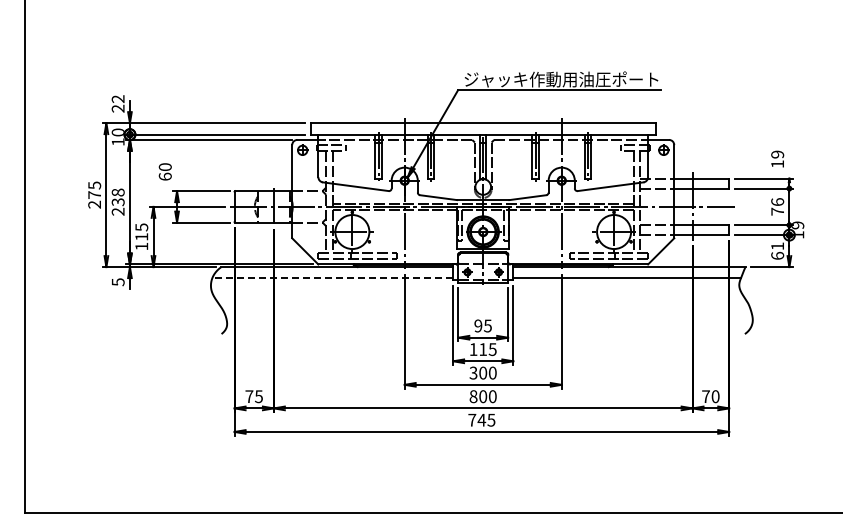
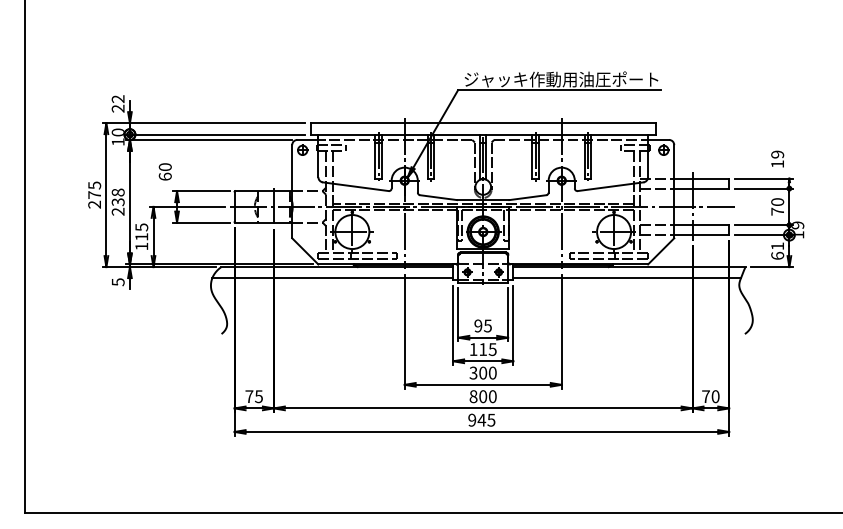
text at (777, 201): 76 -> 70
line at (332, 278): dashed -> solid
text at (472, 419): 745 -> 945
